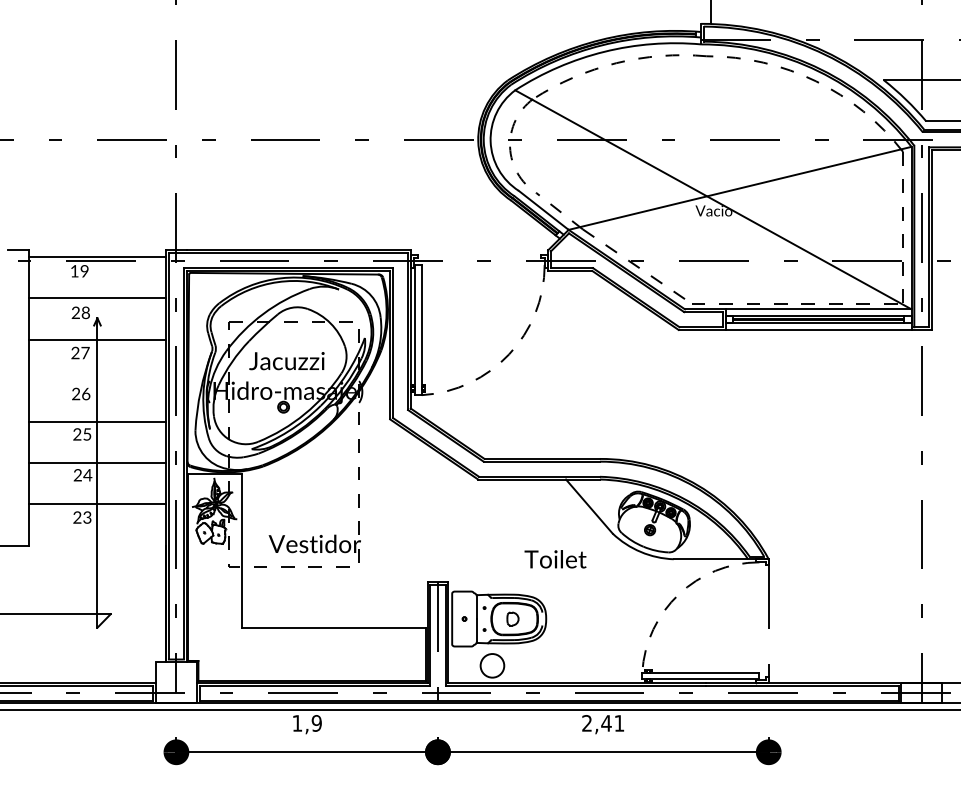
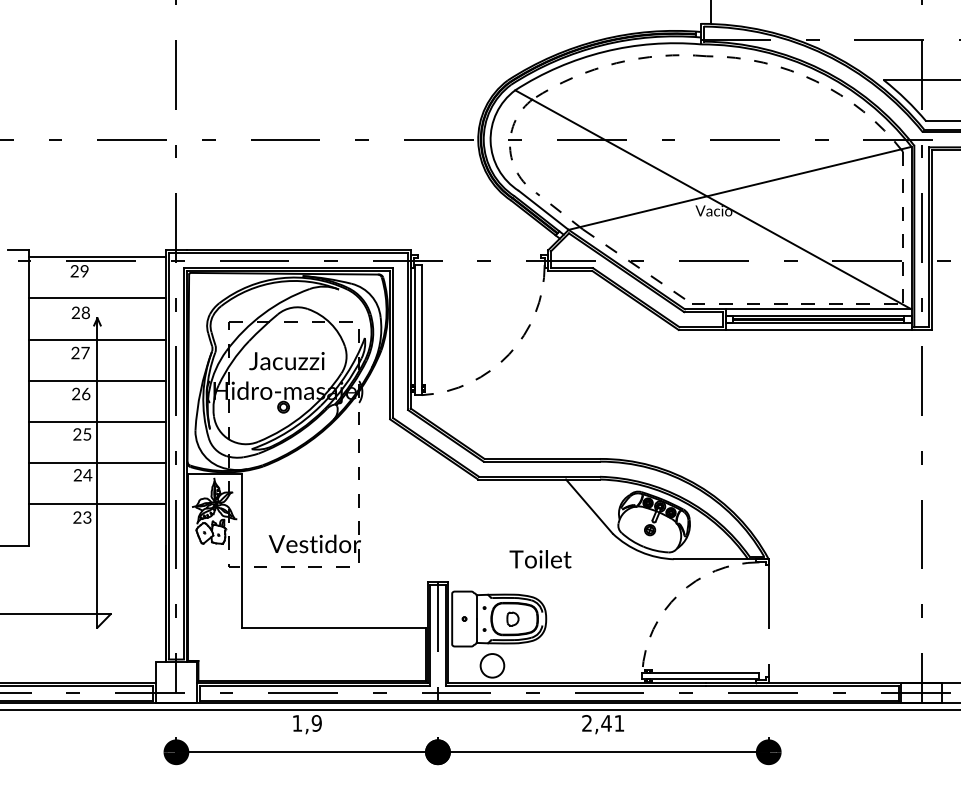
text at (74, 271): 19 -> 29
line at (97, 380): none -> present
text at (555, 559) position: (555, 559) -> (540, 559)
